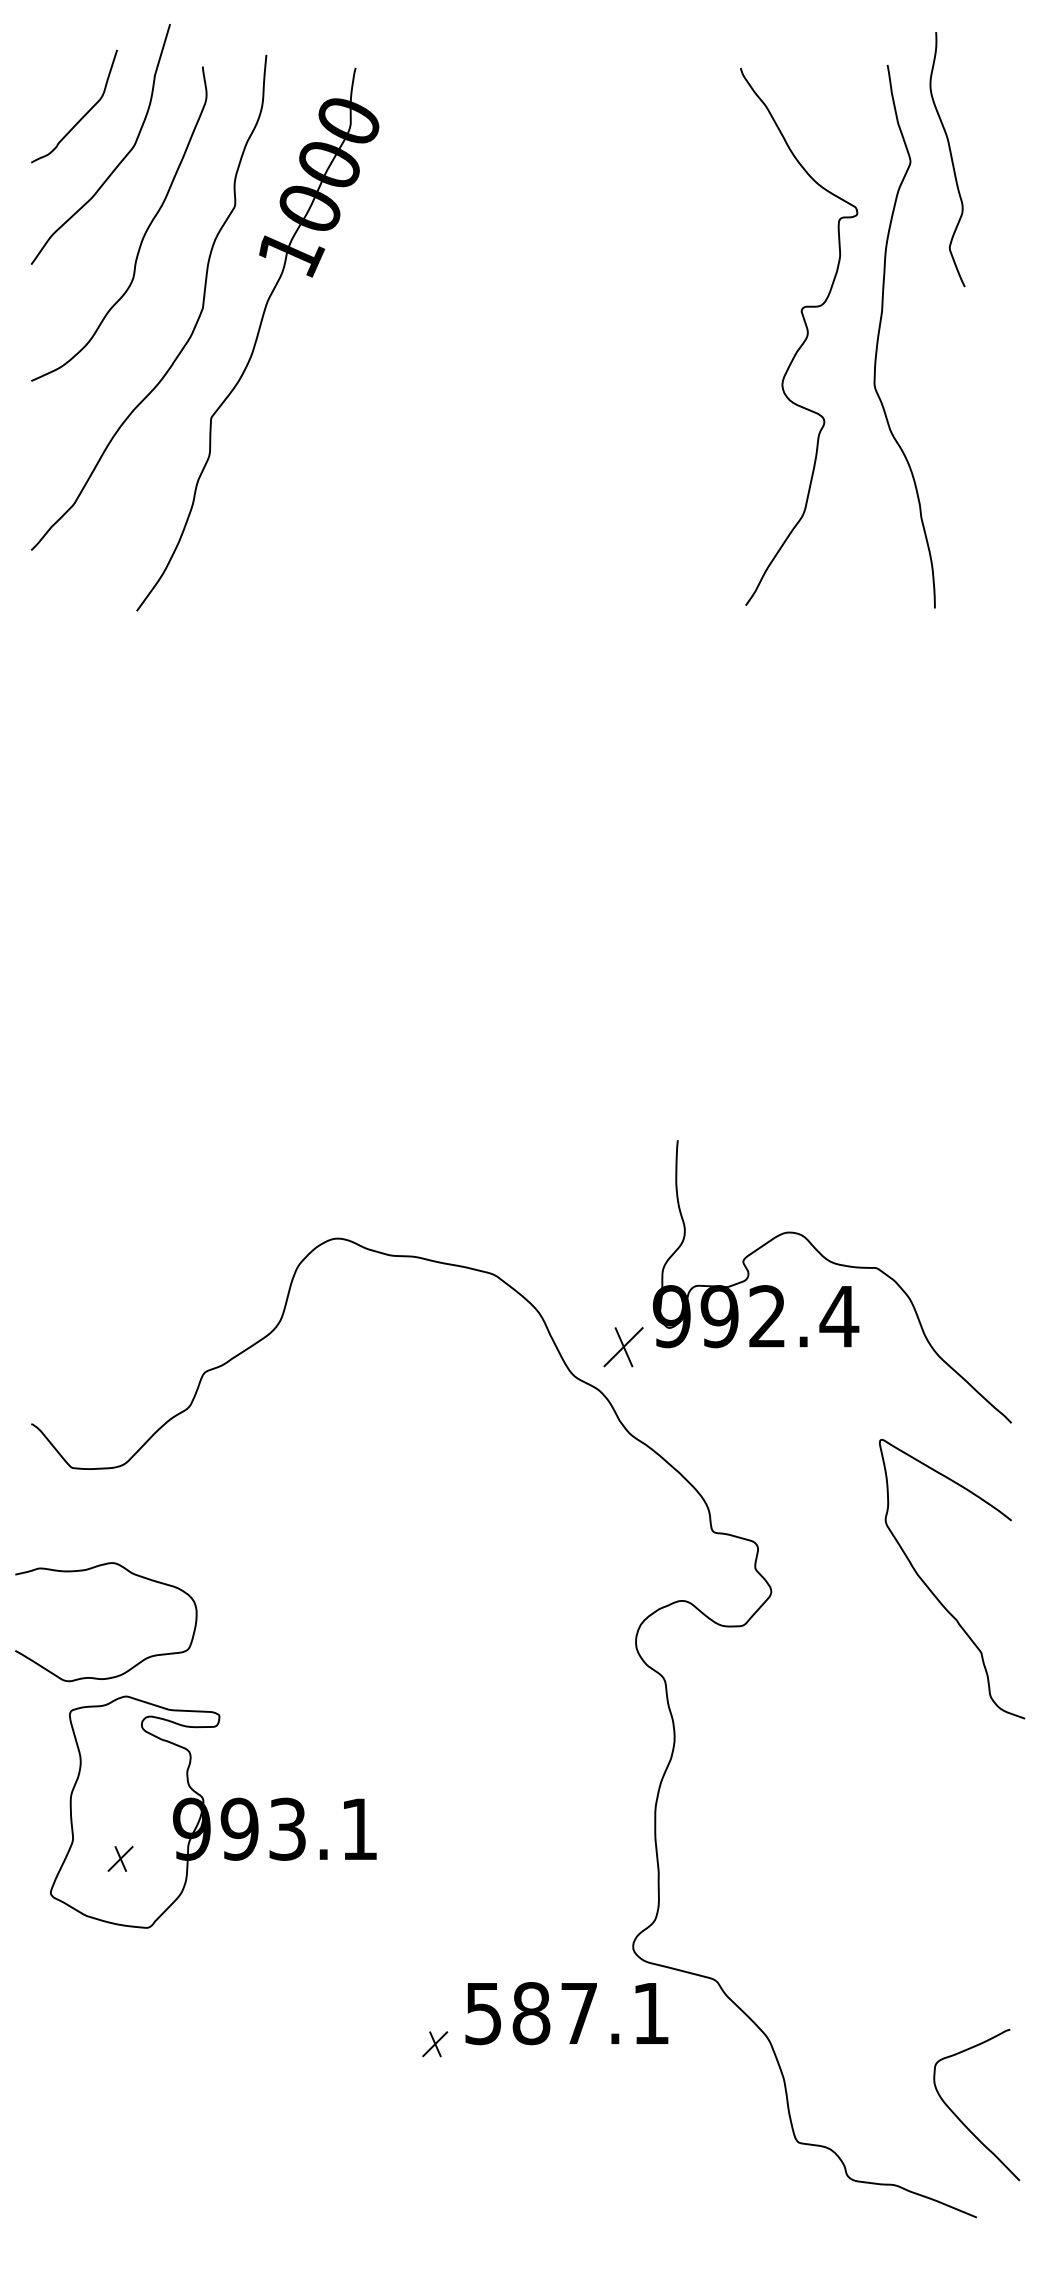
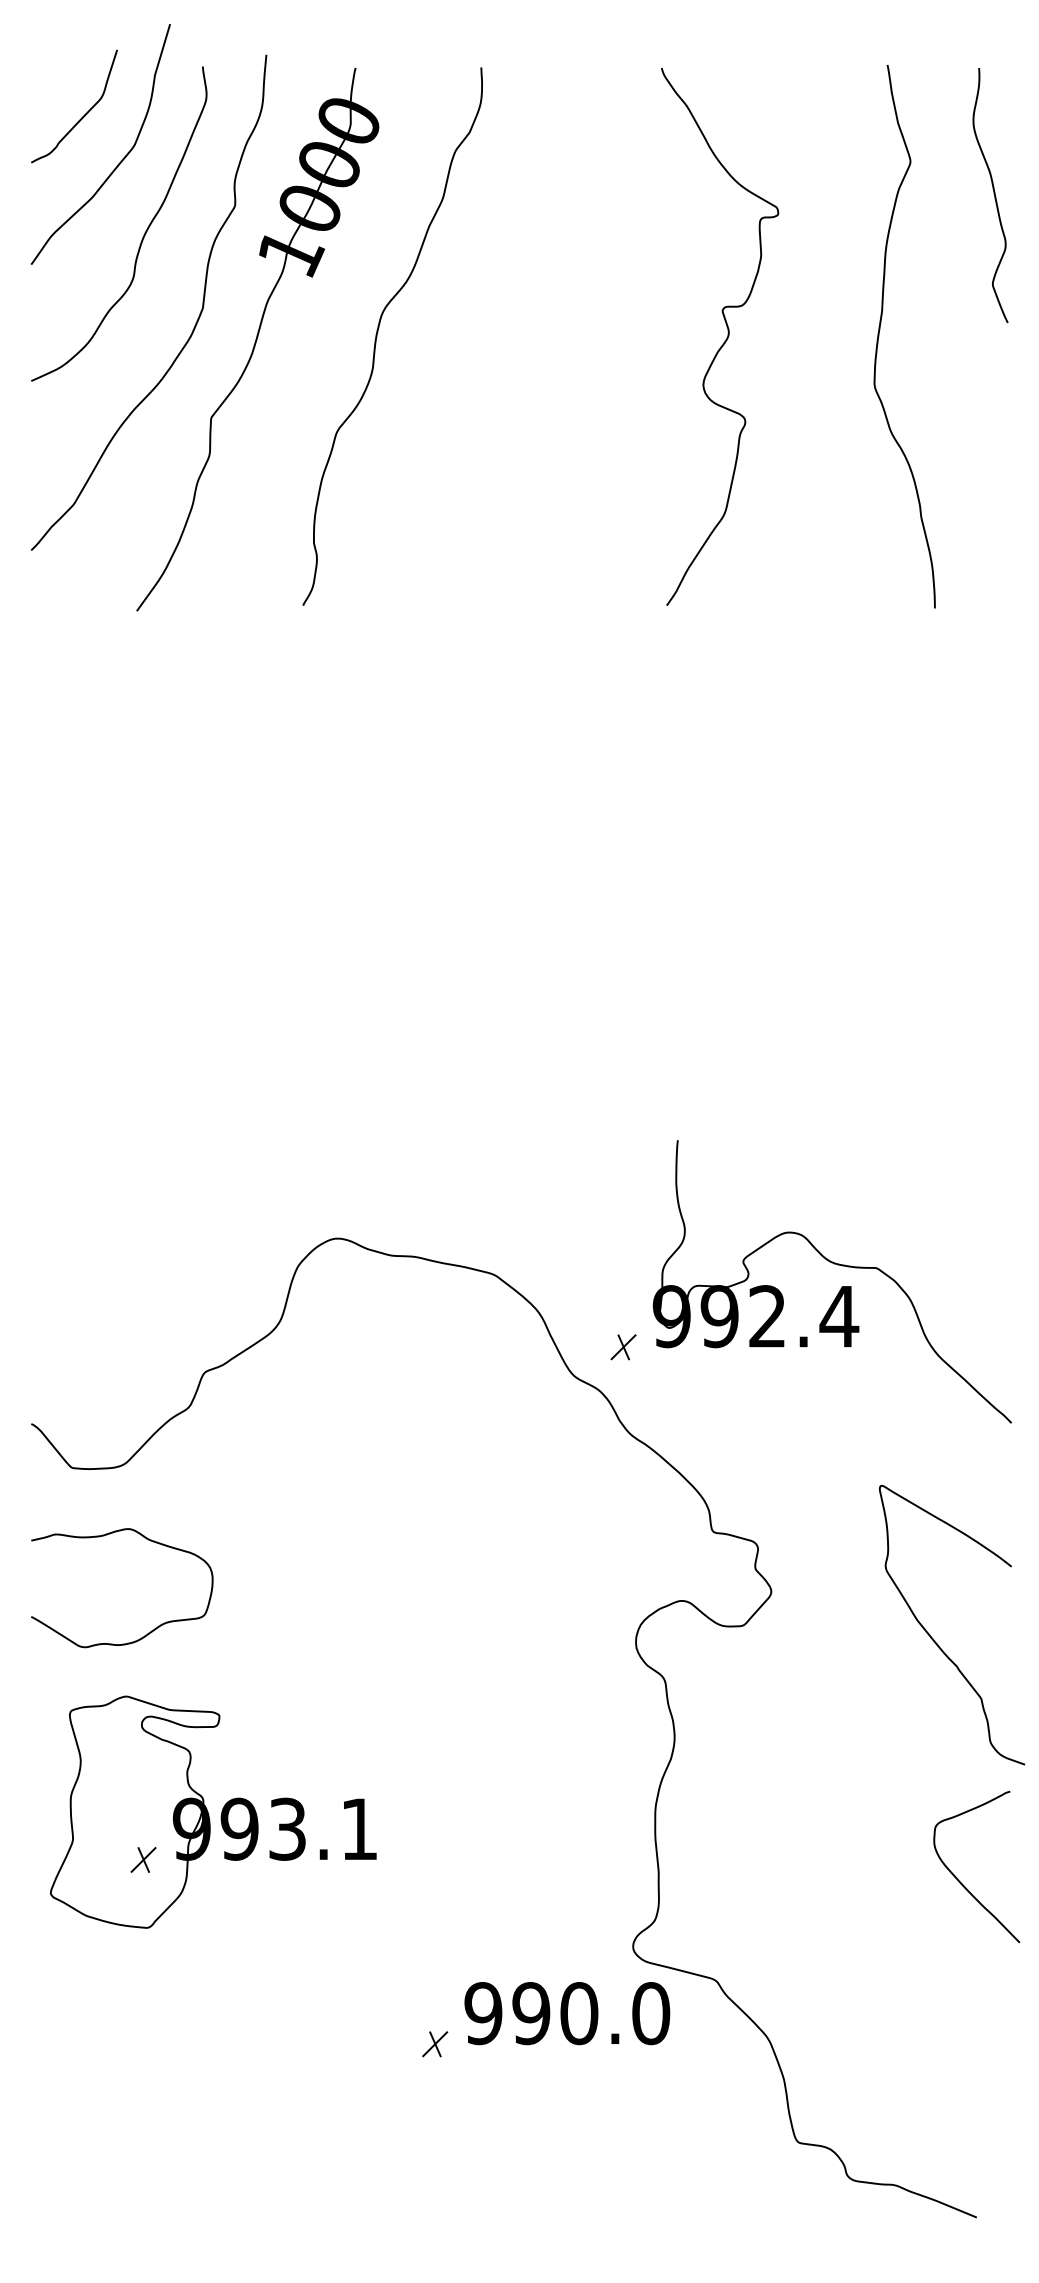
curve at (950, 158) position: (950, 158) -> (993, 194)
curve at (378, 332): none -> present
curve at (804, 339) position: (804, 339) -> (725, 339)
part at (623, 1347) size: 41x41 px -> 27x27 px
curve at (934, 1593) position: (934, 1593) -> (934, 1639)
curve at (135, 1664) position: (135, 1664) -> (151, 1630)
part at (120, 1858) position: (120, 1858) -> (143, 1859)
text at (567, 2013): 587.1 -> 990.0
curve at (960, 2119) position: (960, 2119) -> (960, 1881)
